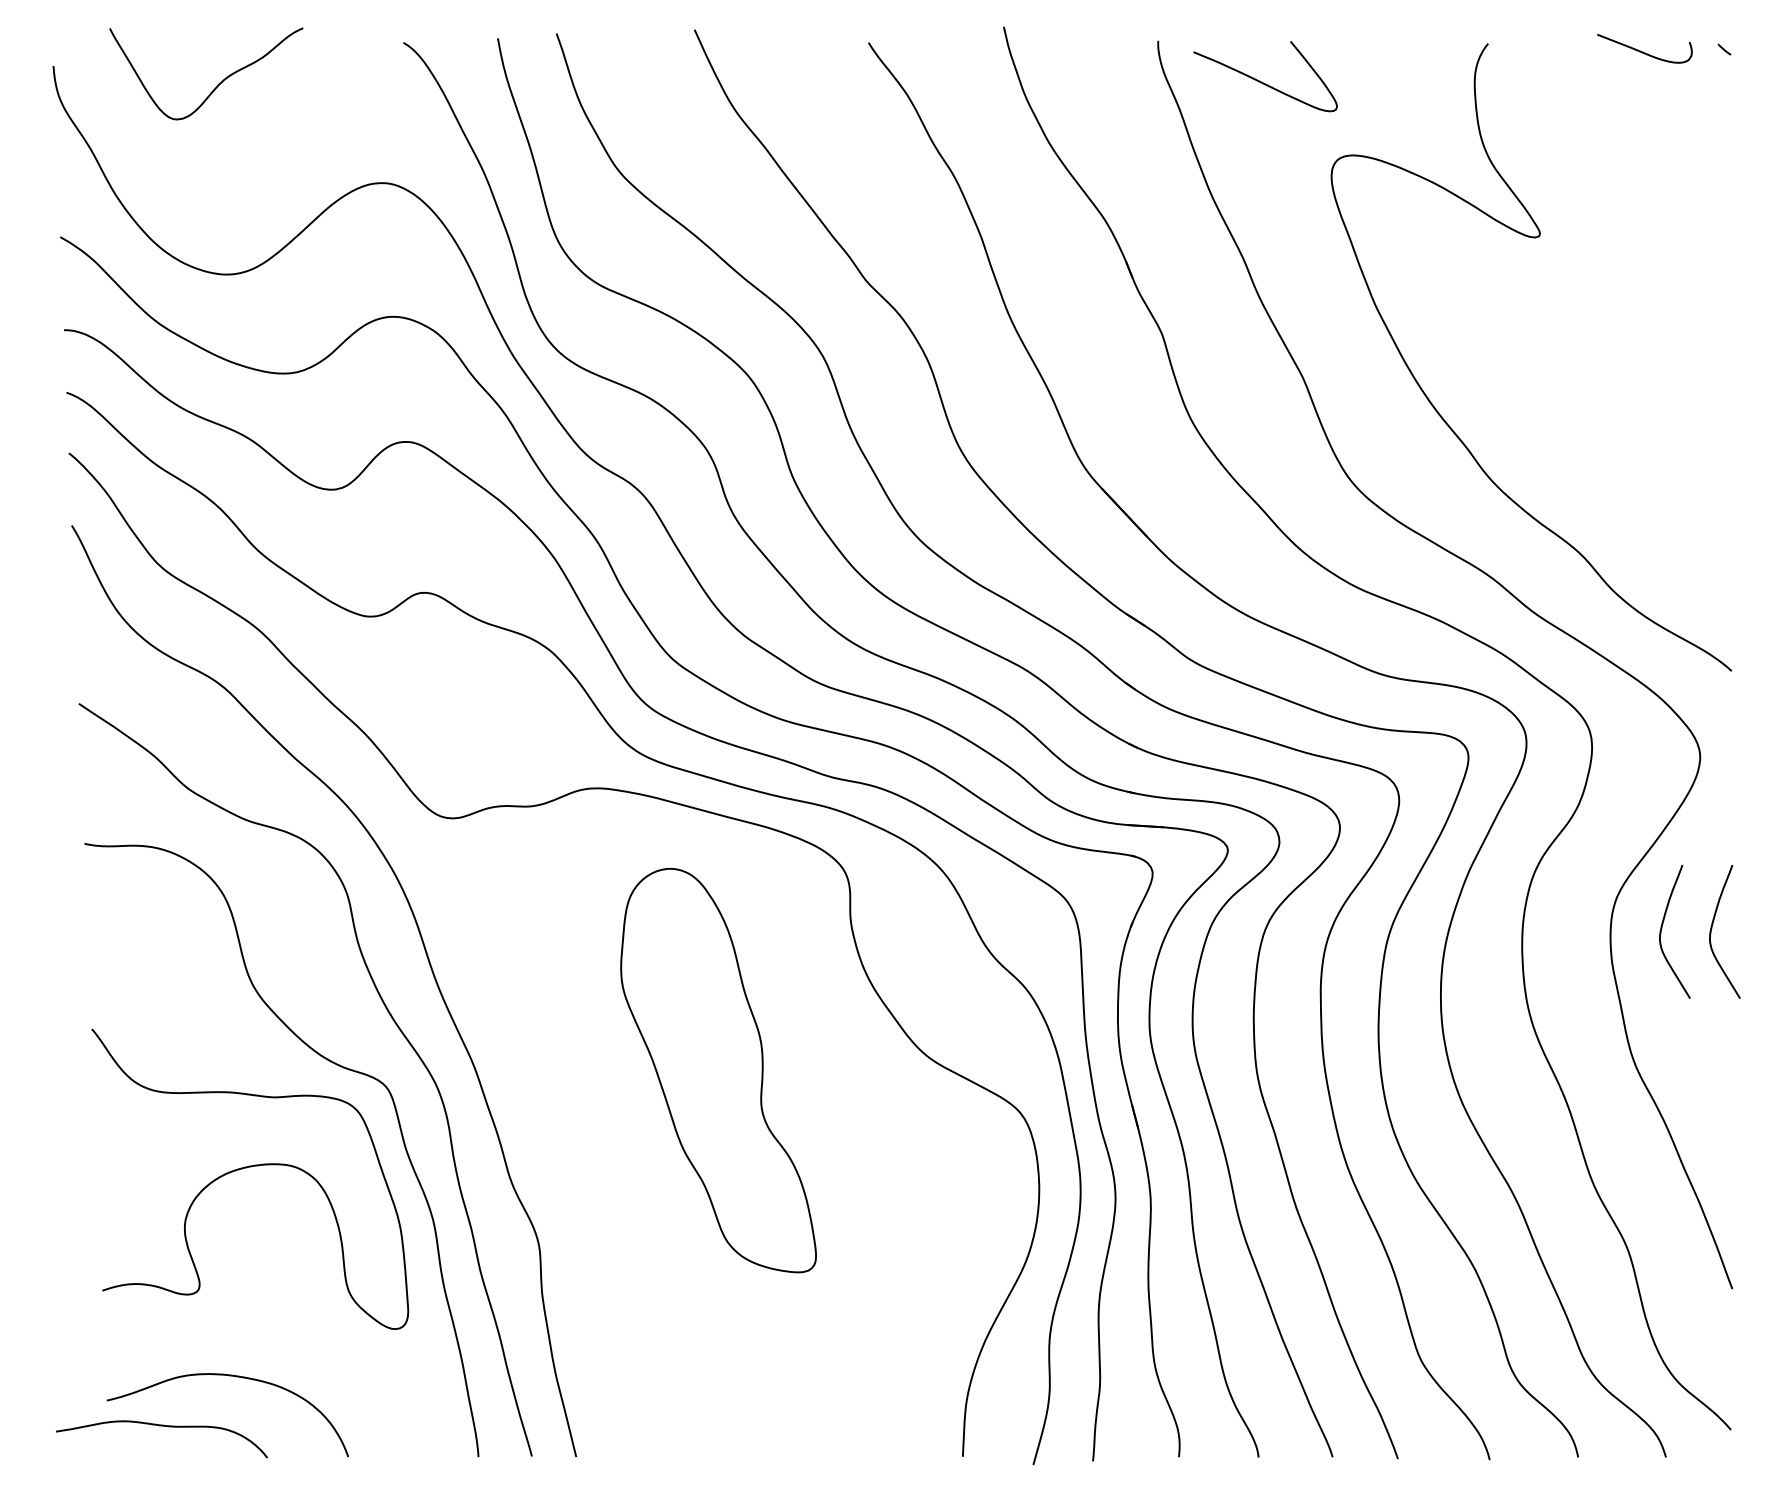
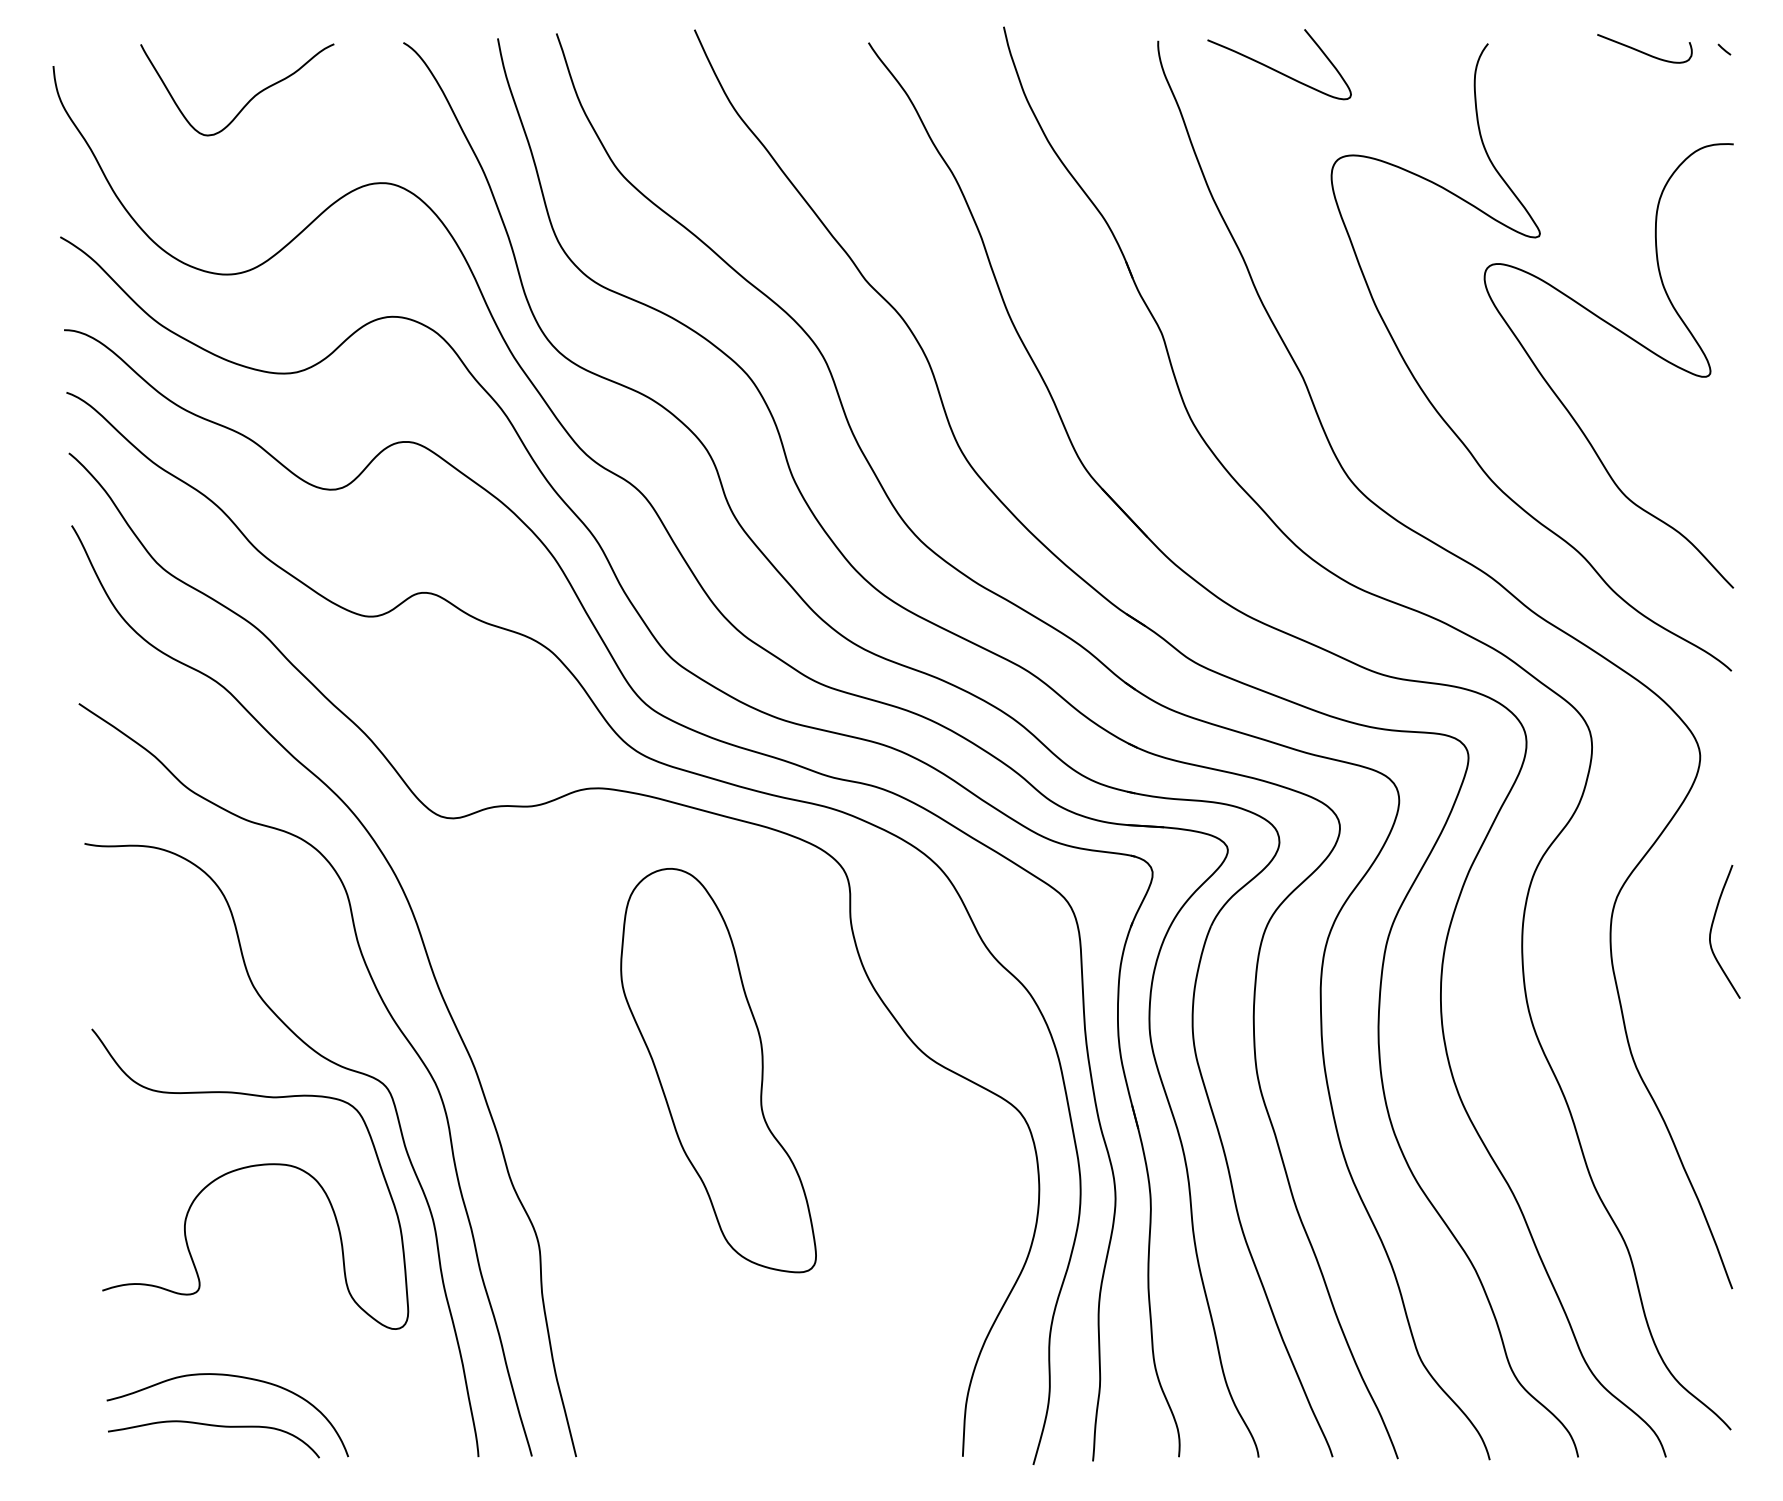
curve at (1263, 82) position: (1263, 82) -> (1277, 70)
curve at (218, 83) position: (218, 83) -> (249, 99)
curve at (1626, 336): none -> present
curve at (1662, 928): present -> none
curve at (161, 1426) position: (161, 1426) -> (213, 1426)
